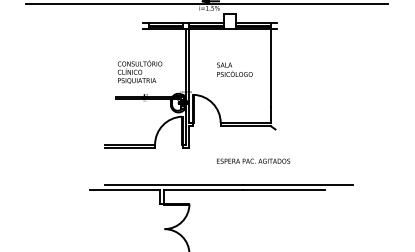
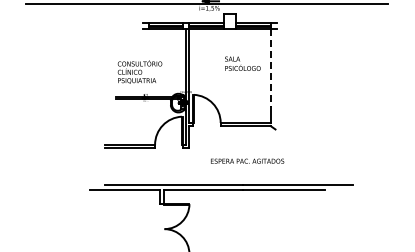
line at (270, 68): solid -> dashed
text at (234, 69) position: (234, 69) -> (242, 63)
text at (253, 160) position: (253, 160) -> (247, 160)
